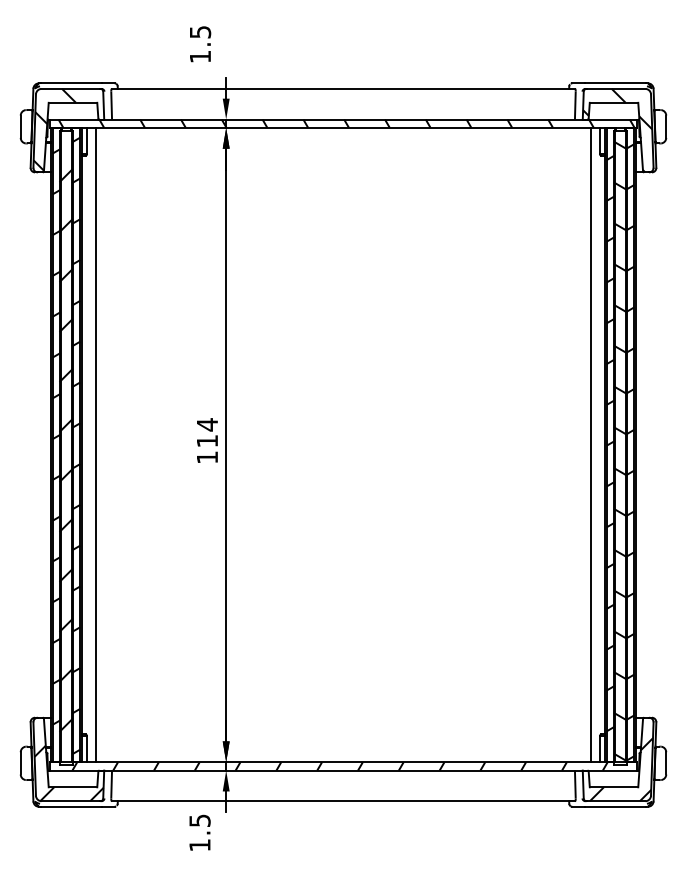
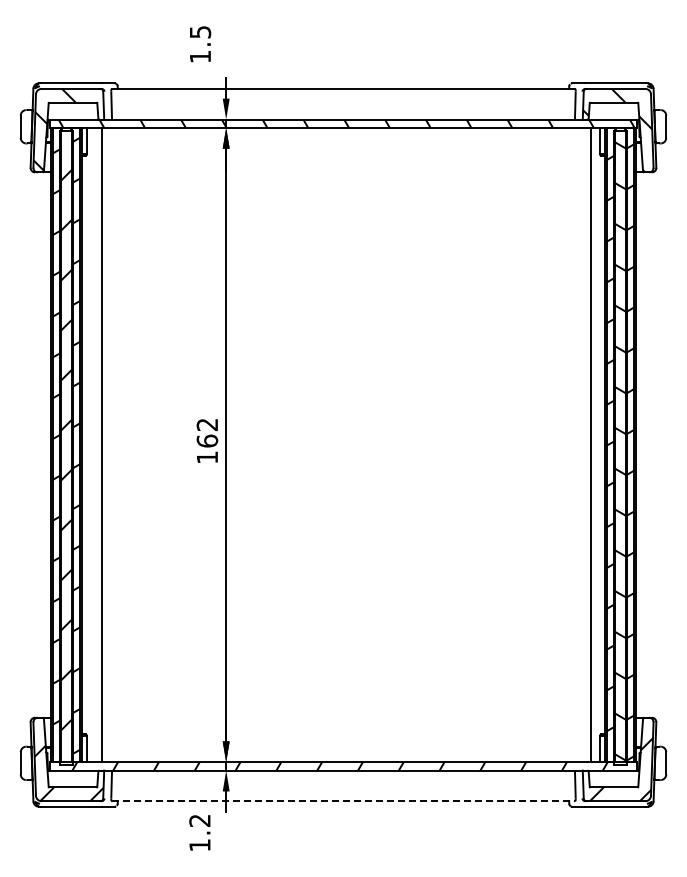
text at (207, 432): 114 -> 162
line at (95, 444) position: (95, 444) -> (101, 444)
line at (343, 801): solid -> dashed
text at (199, 820): 1.5 -> 1.2
